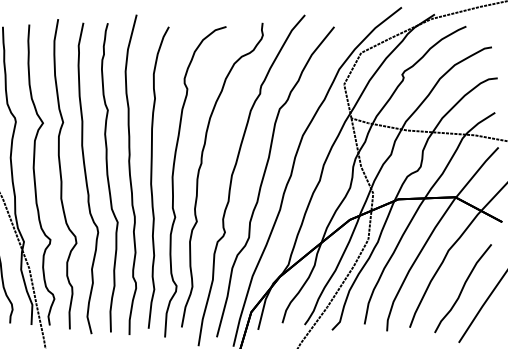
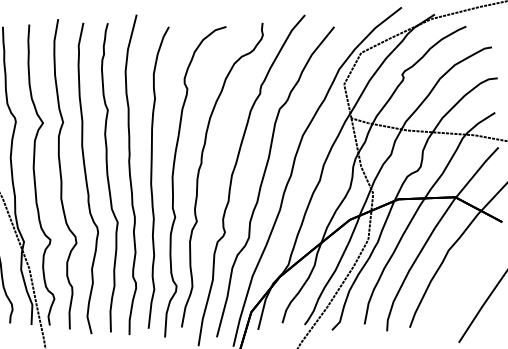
curve at (462, 288): present -> none
